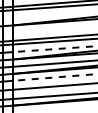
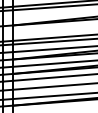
line at (54, 49): dashed -> solid
line at (54, 77): dashed -> solid
